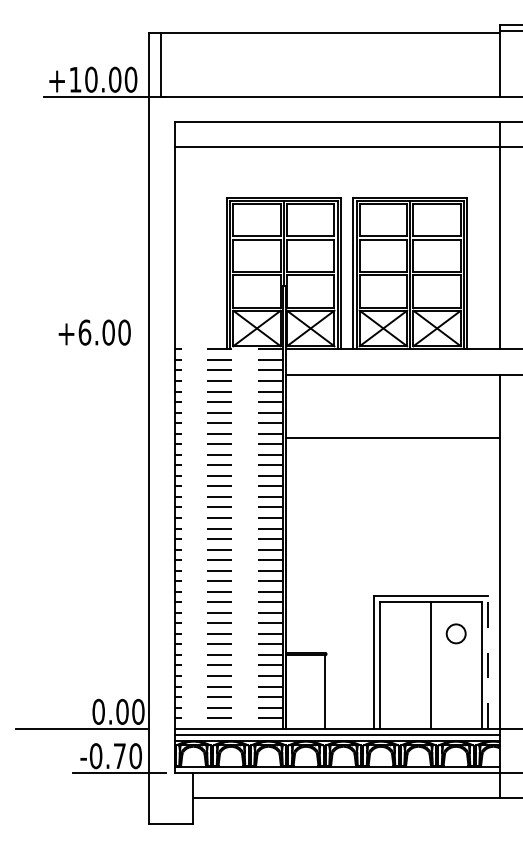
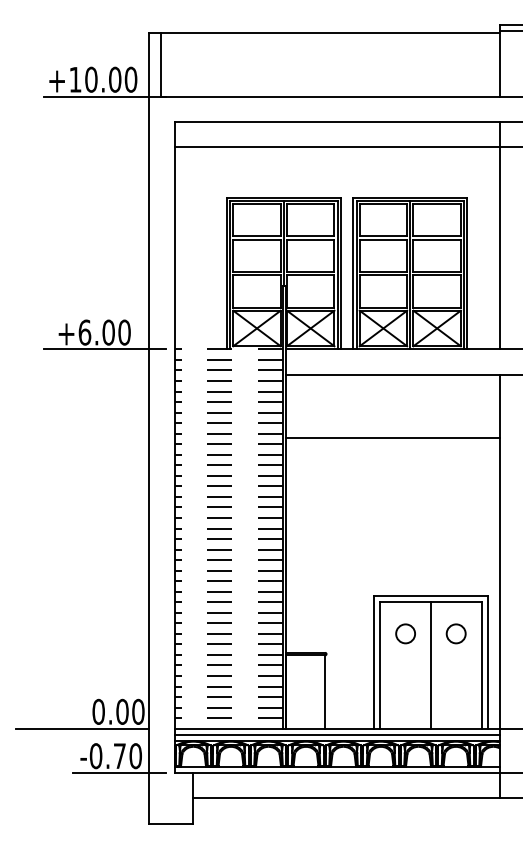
line at (105, 349): none -> present
circle at (405, 633): none -> present
line at (487, 661): dashed -> solid
